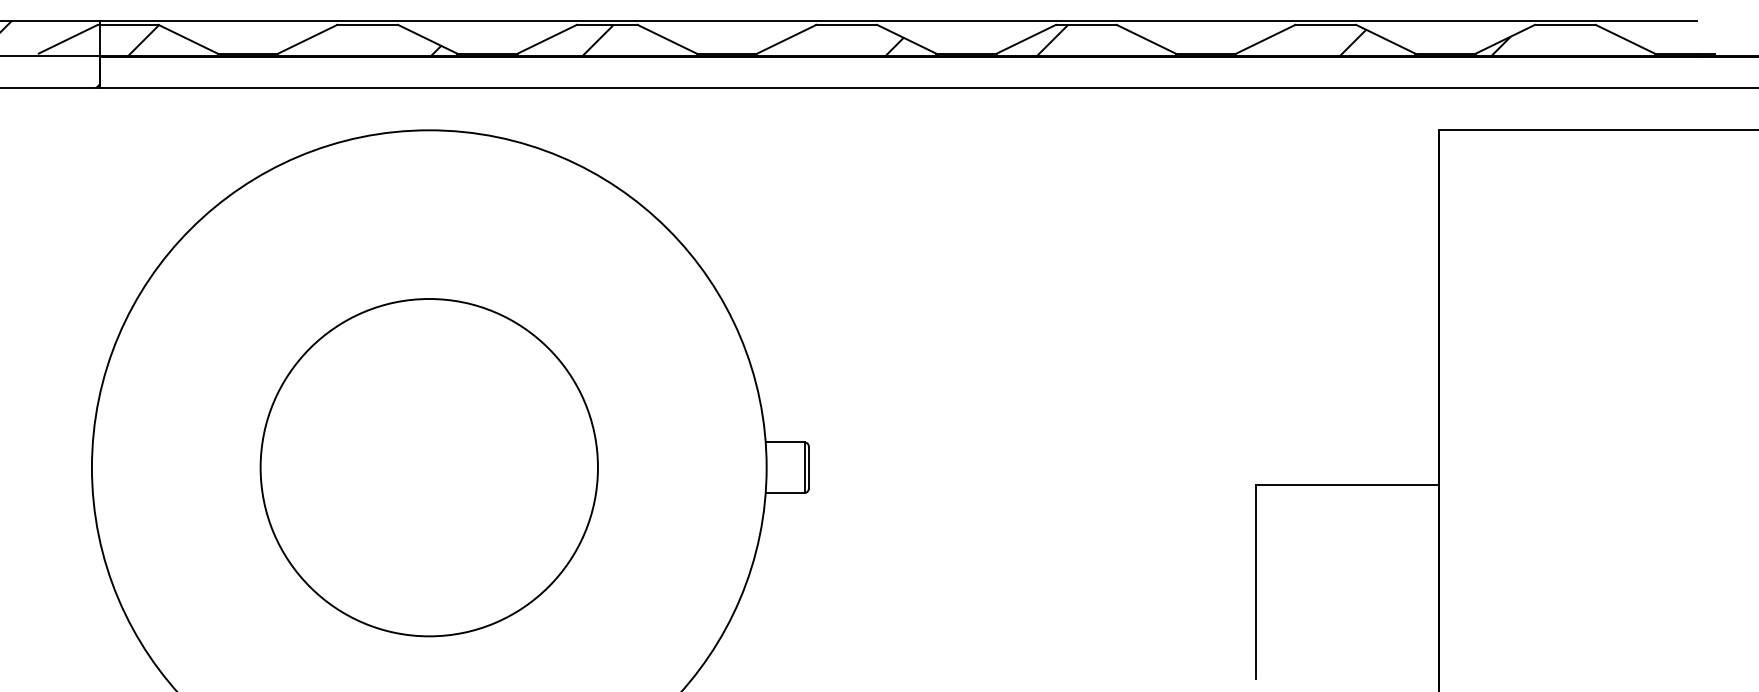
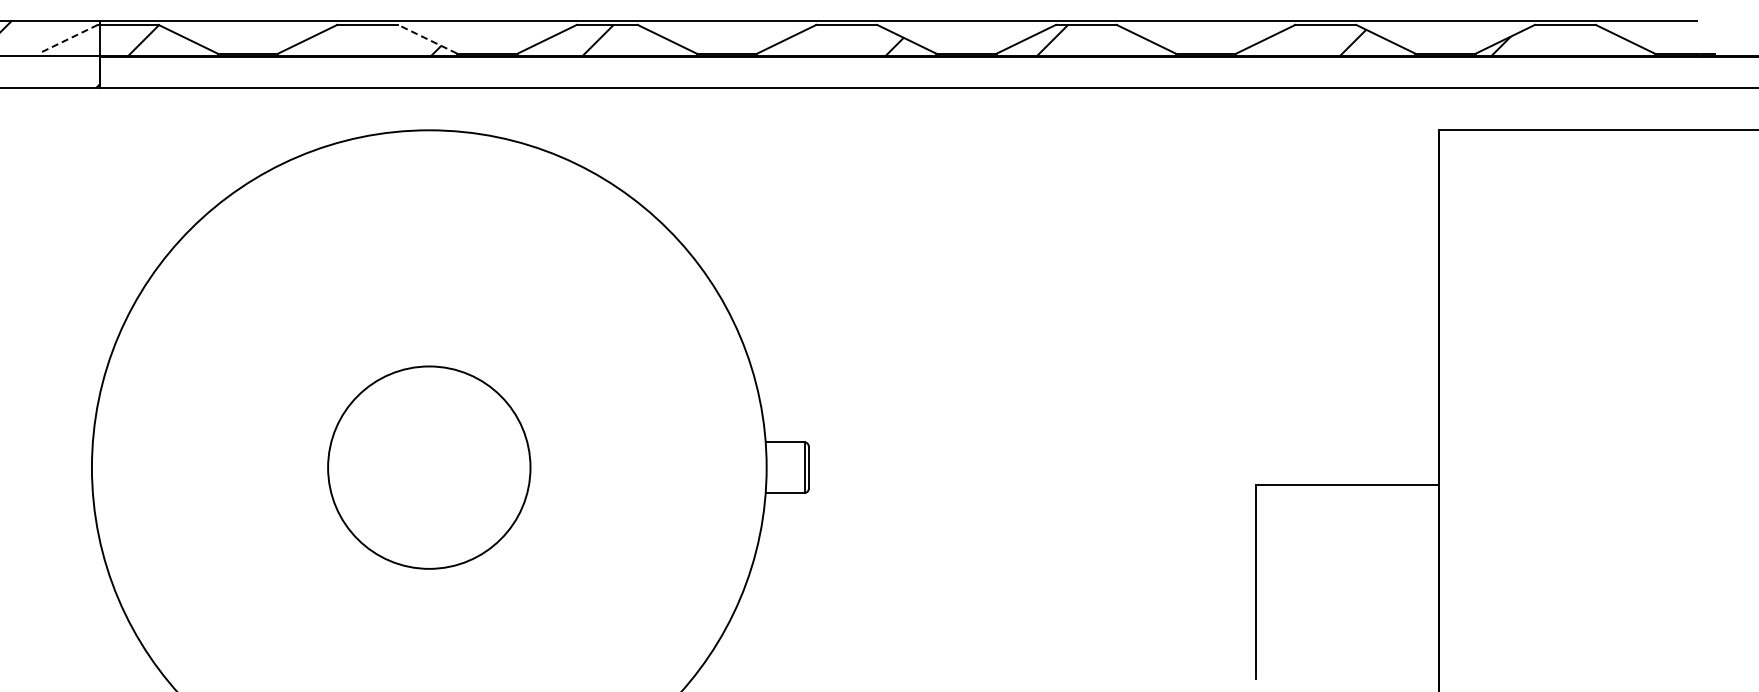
line at (68, 39): solid -> dashed
line at (427, 39): solid -> dashed
circle at (428, 467) diameter: 337 px -> 202 px
